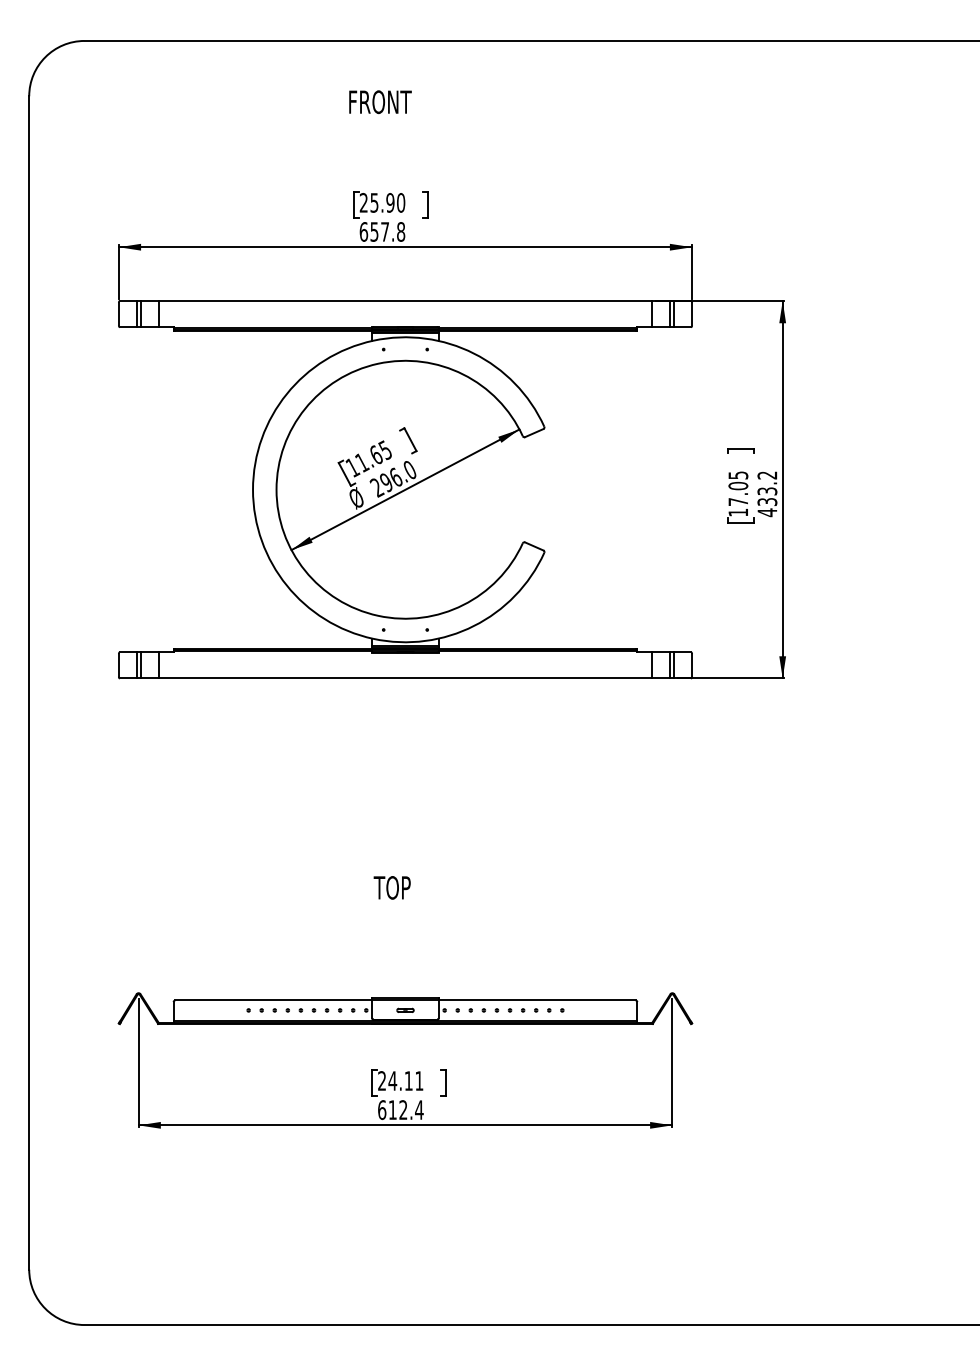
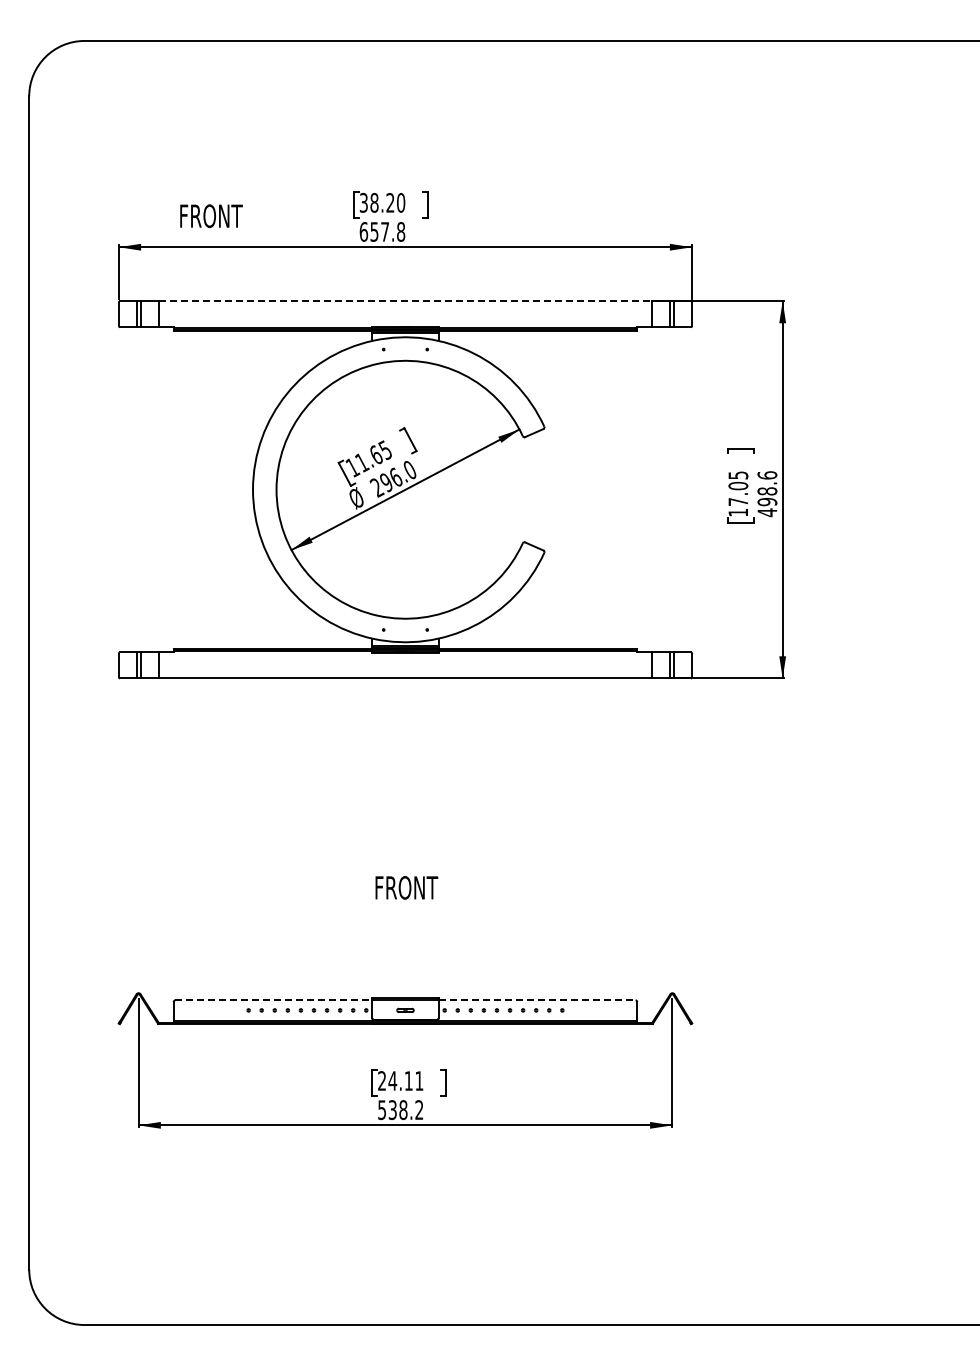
text at (380, 102) position: (380, 102) -> (211, 216)
text at (376, 202): 25.90 -> 38.20
line at (405, 301): solid -> dashed
text at (767, 488): 433.2 -> 498.6
text at (405, 887): TOP -> FRONT
line at (274, 1000): solid -> dashed
line at (537, 1000): solid -> dashed
text at (400, 1110): 612.4 -> 538.2
